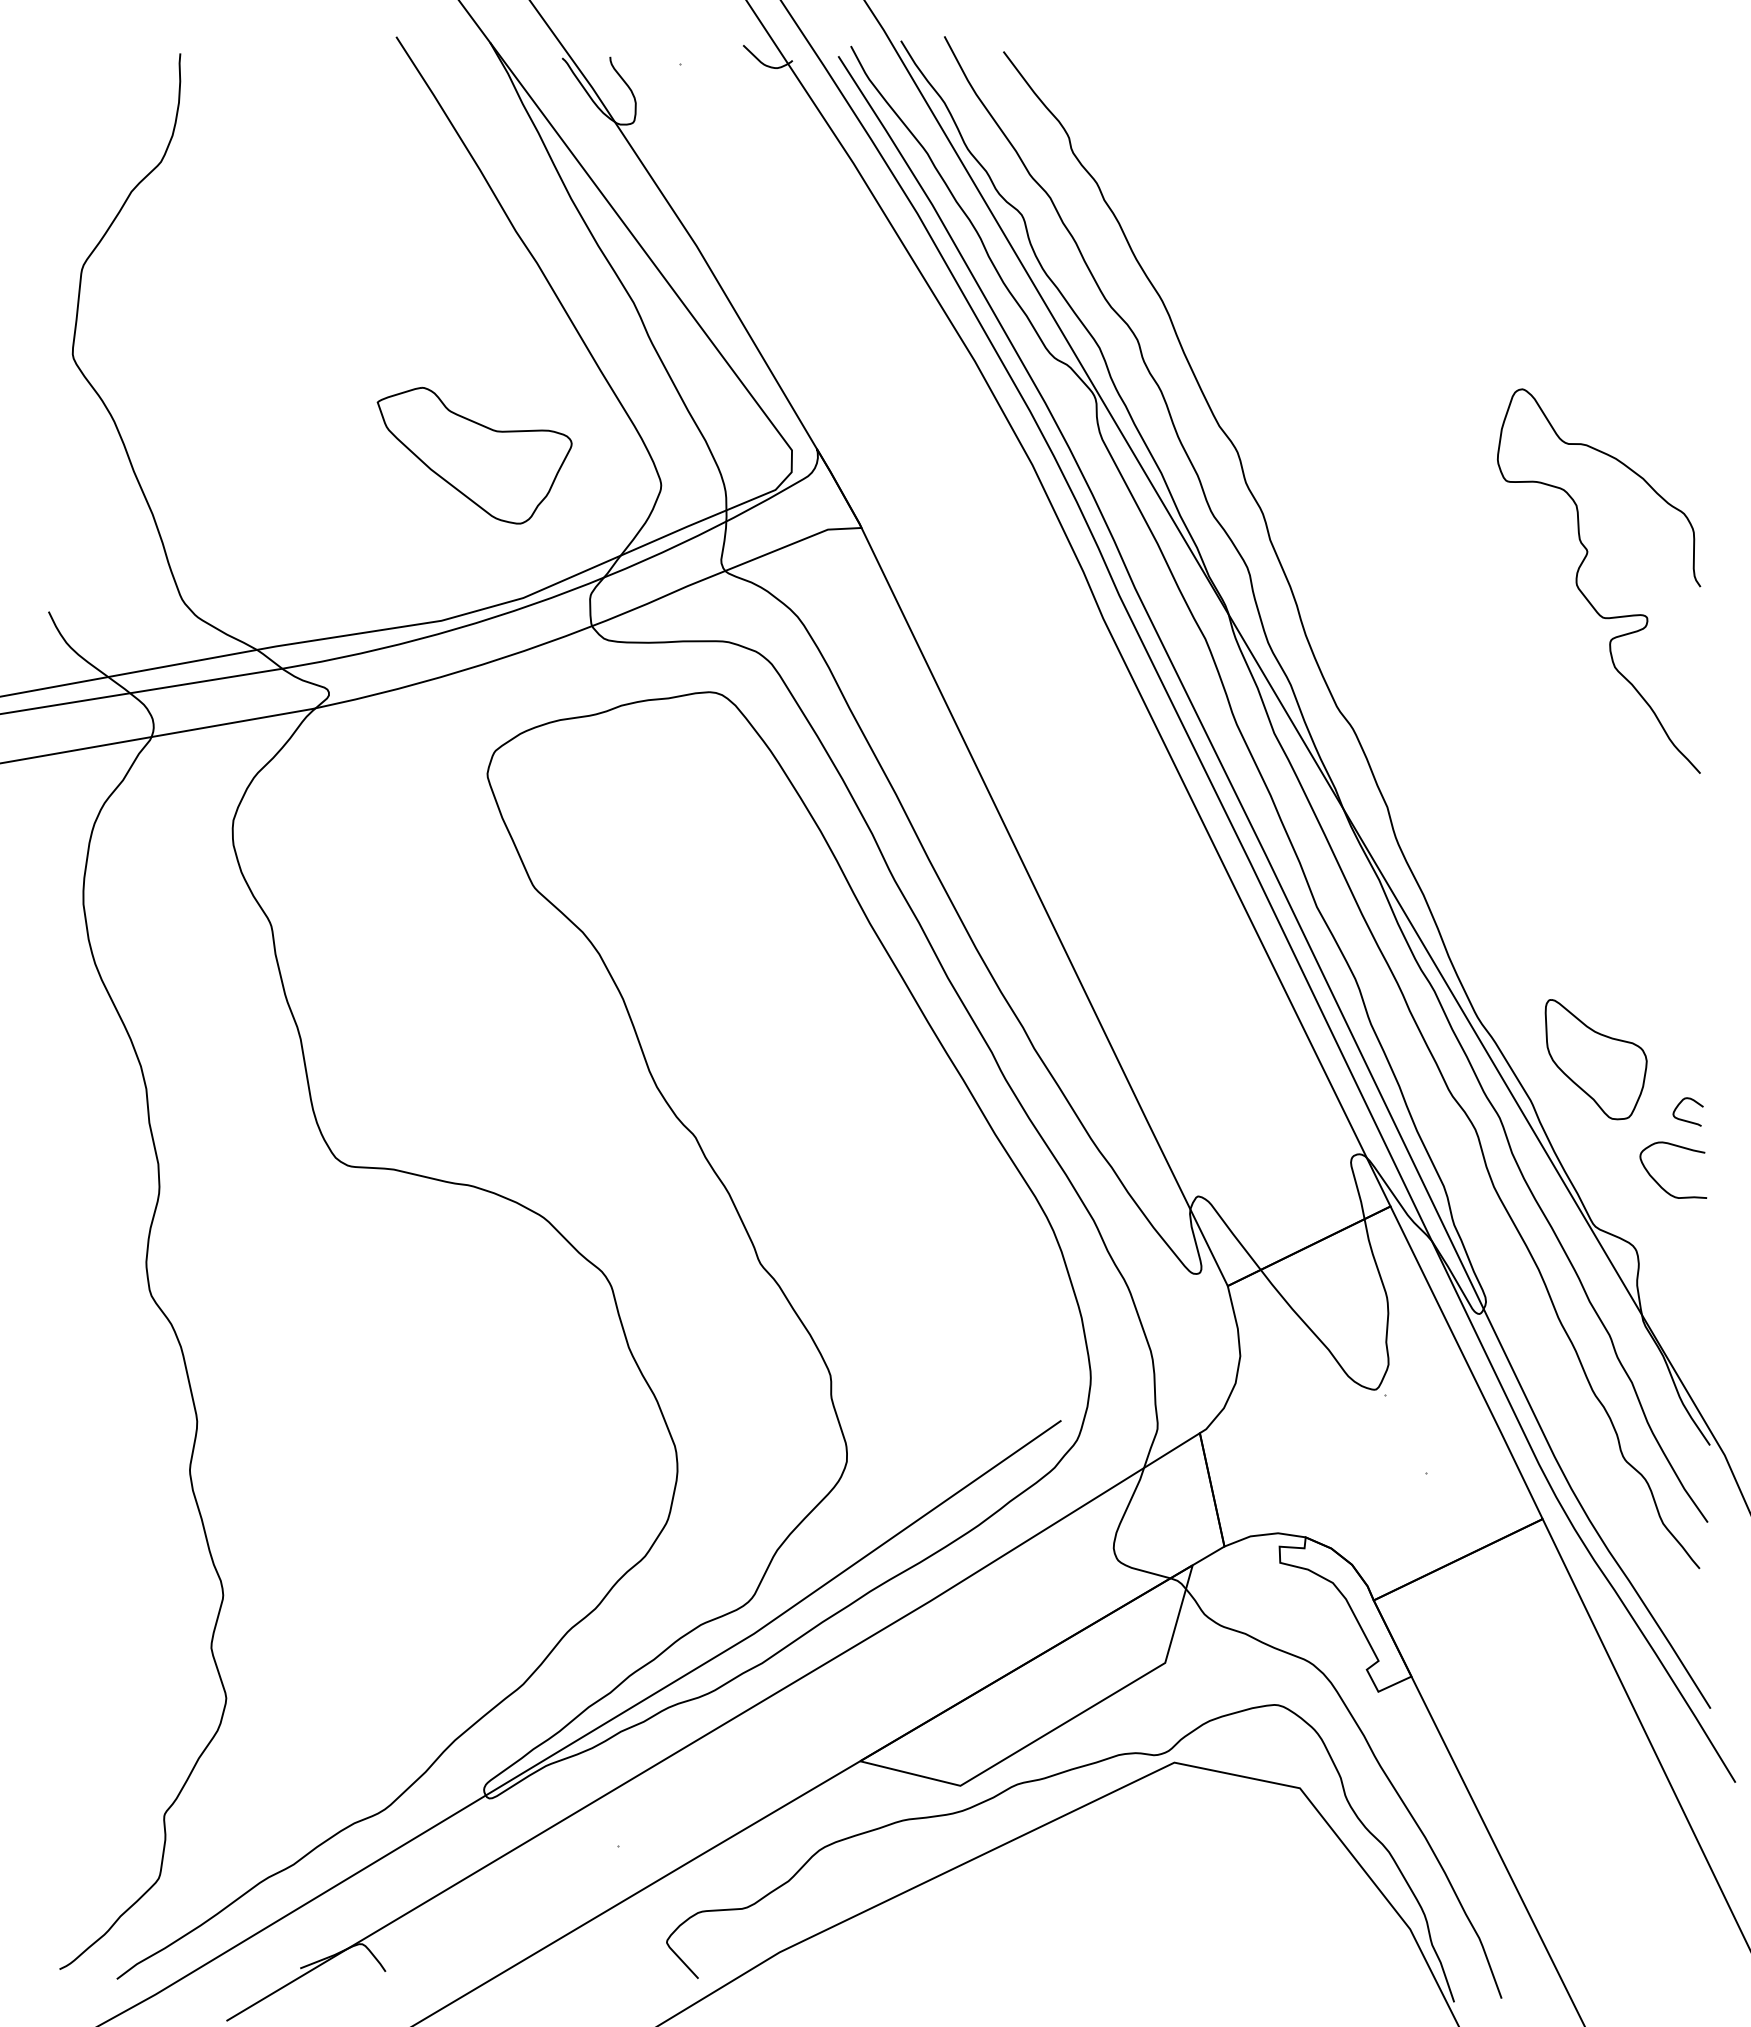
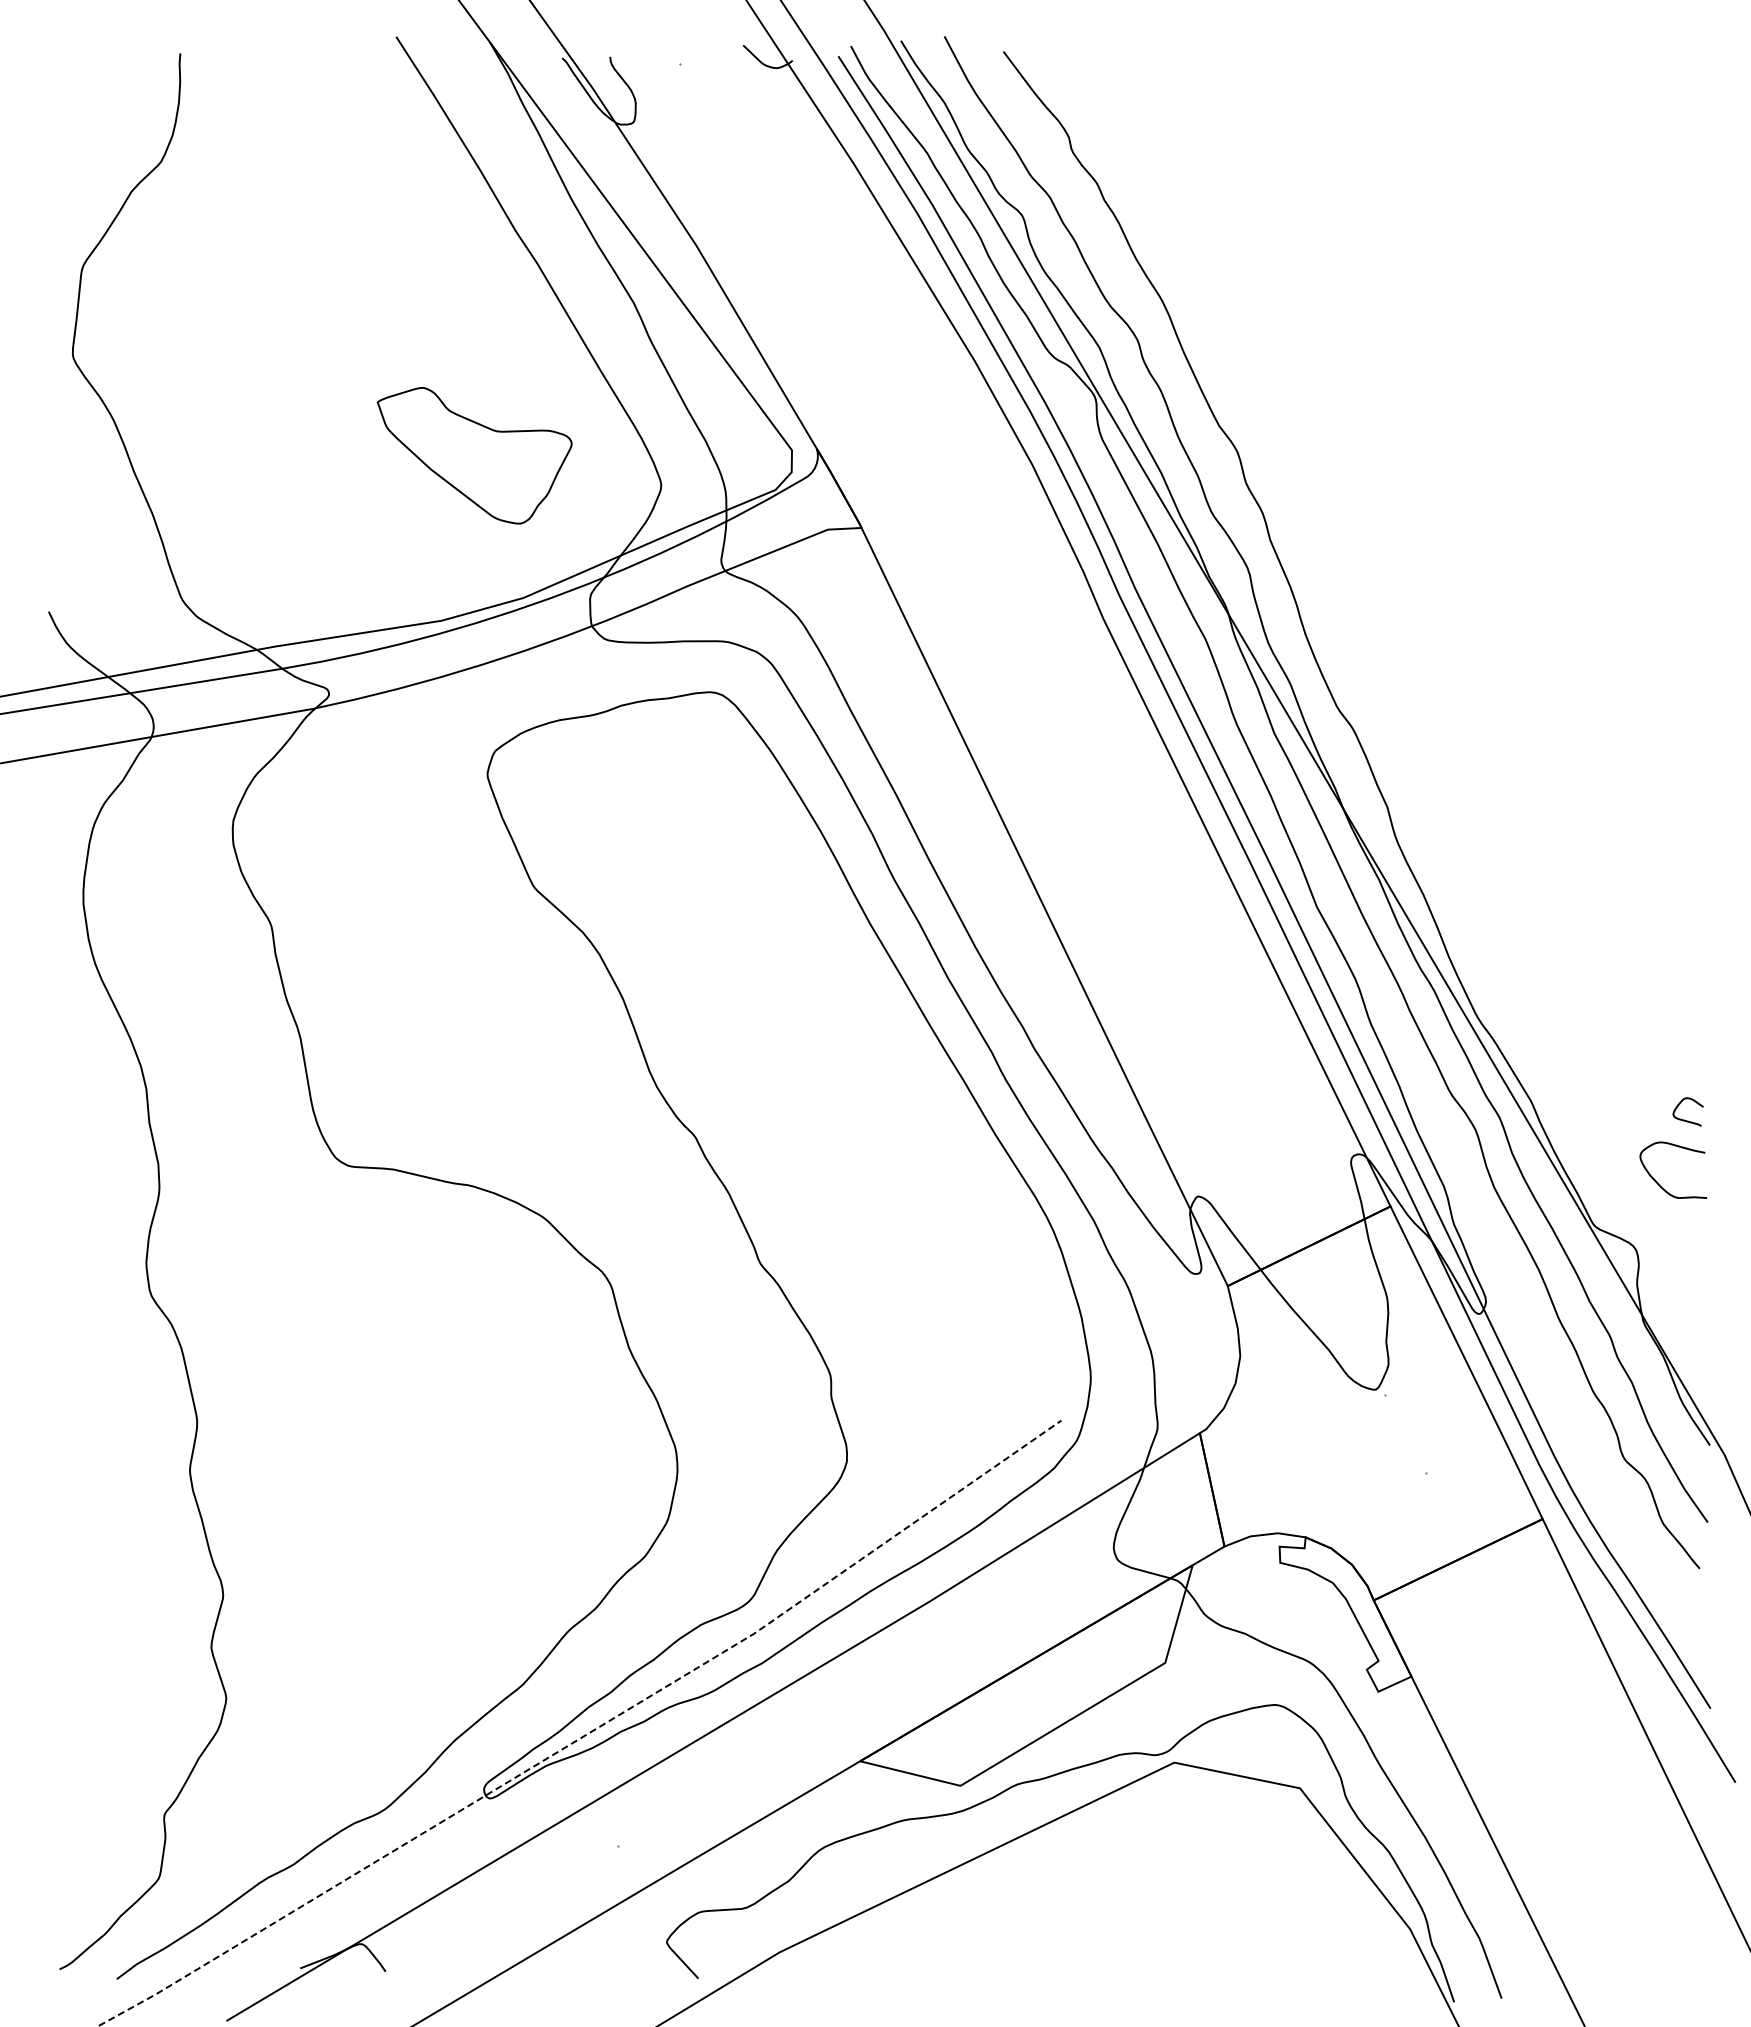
curve at (1582, 591): present -> none
part at (1595, 1059): present -> none
line at (587, 1734): solid -> dashed
